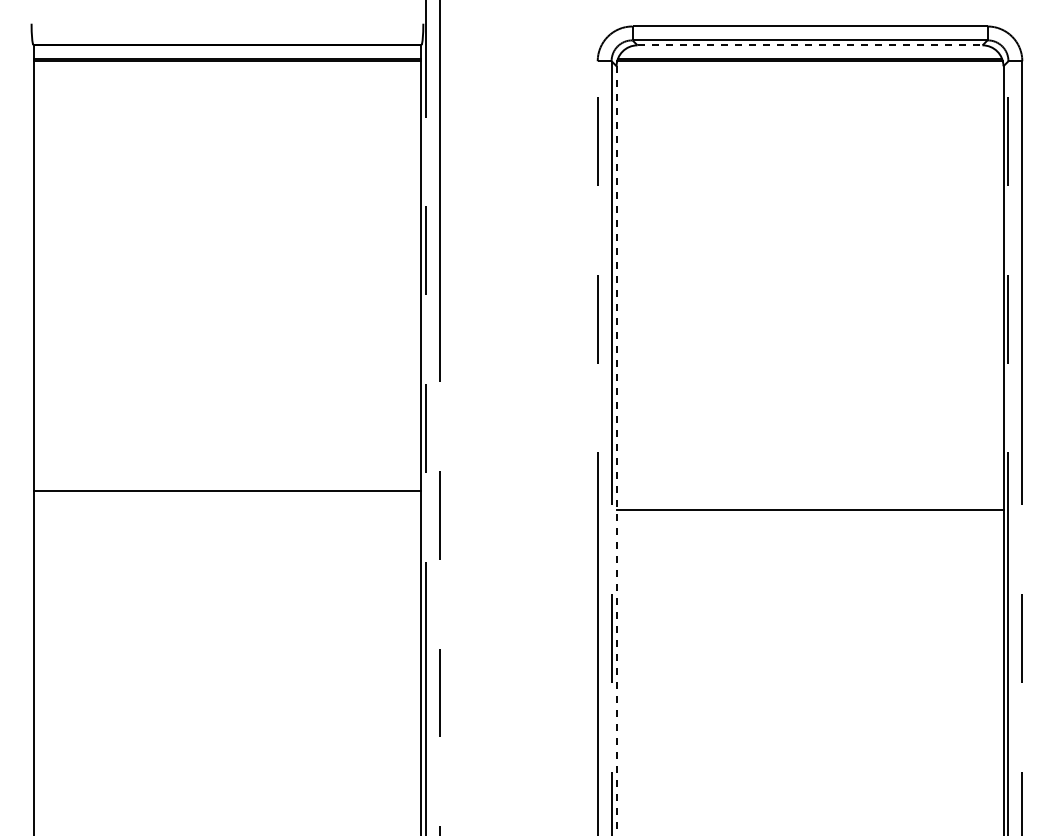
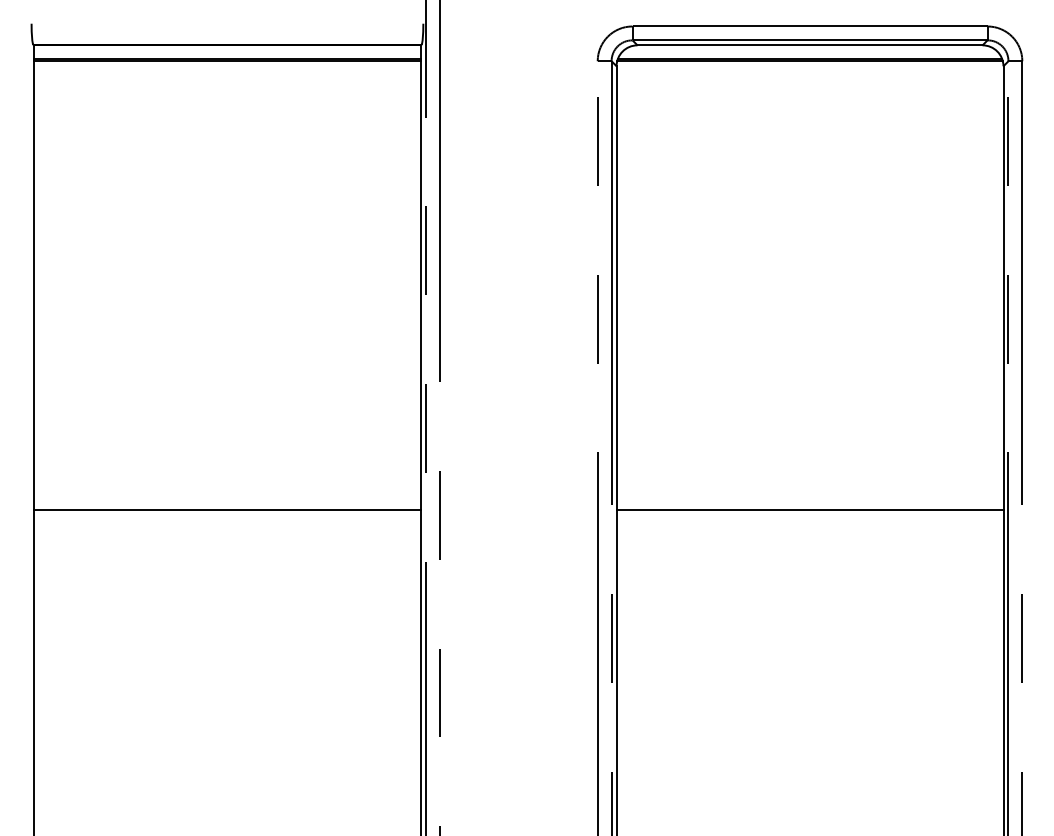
line at (810, 45): dashed -> solid
line at (616, 451): dashed -> solid
line at (227, 490) position: (227, 490) -> (227, 509)
